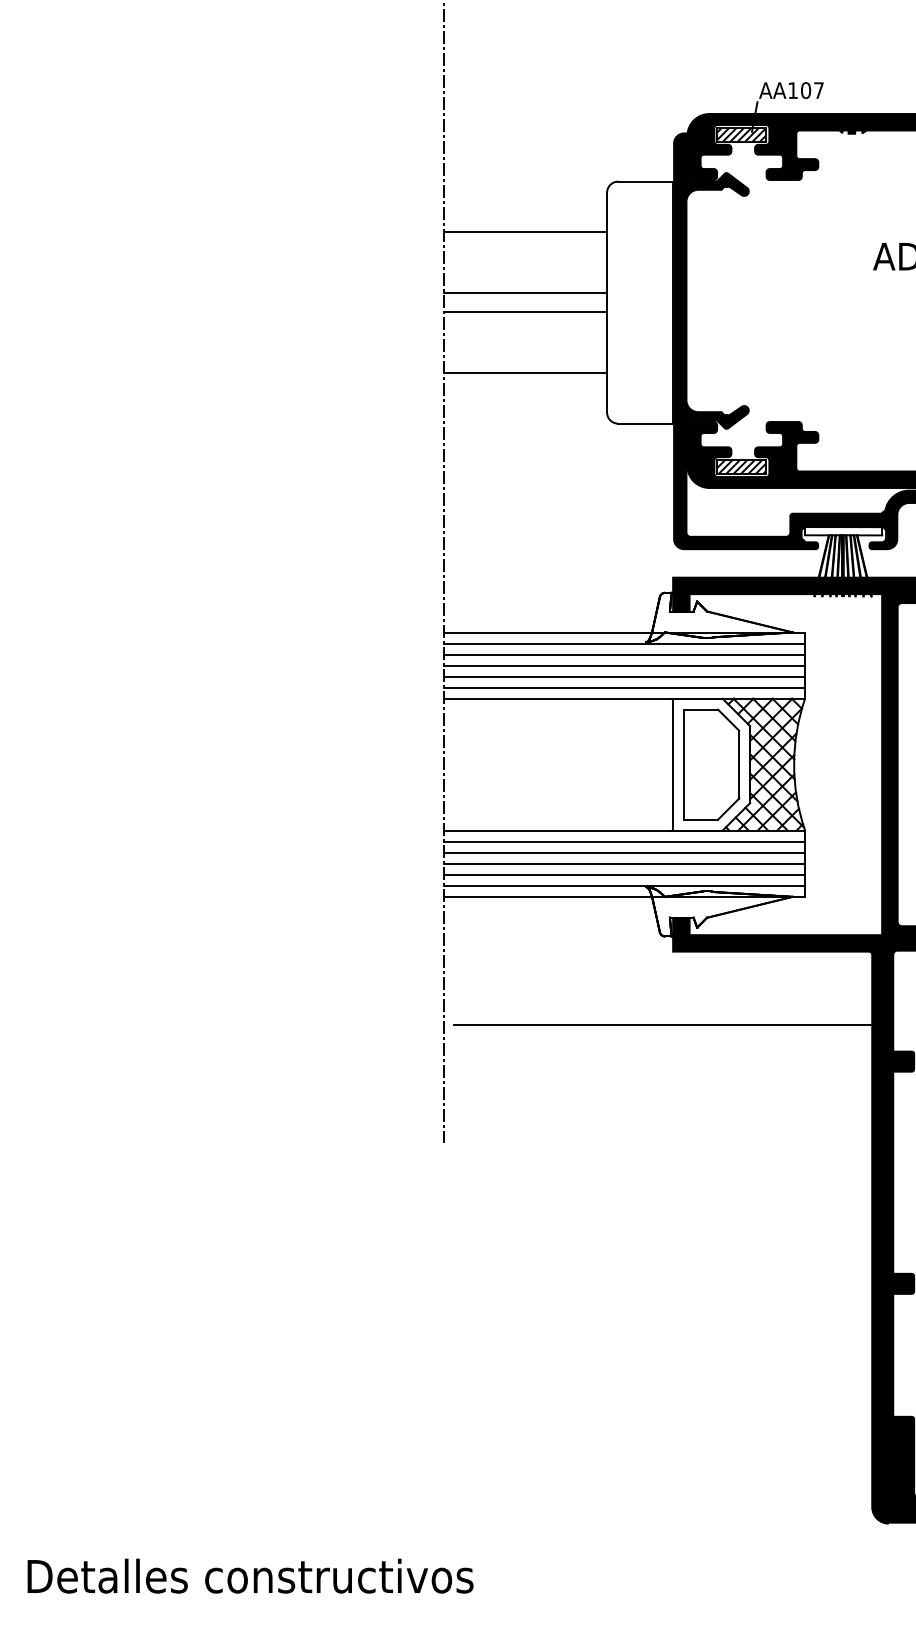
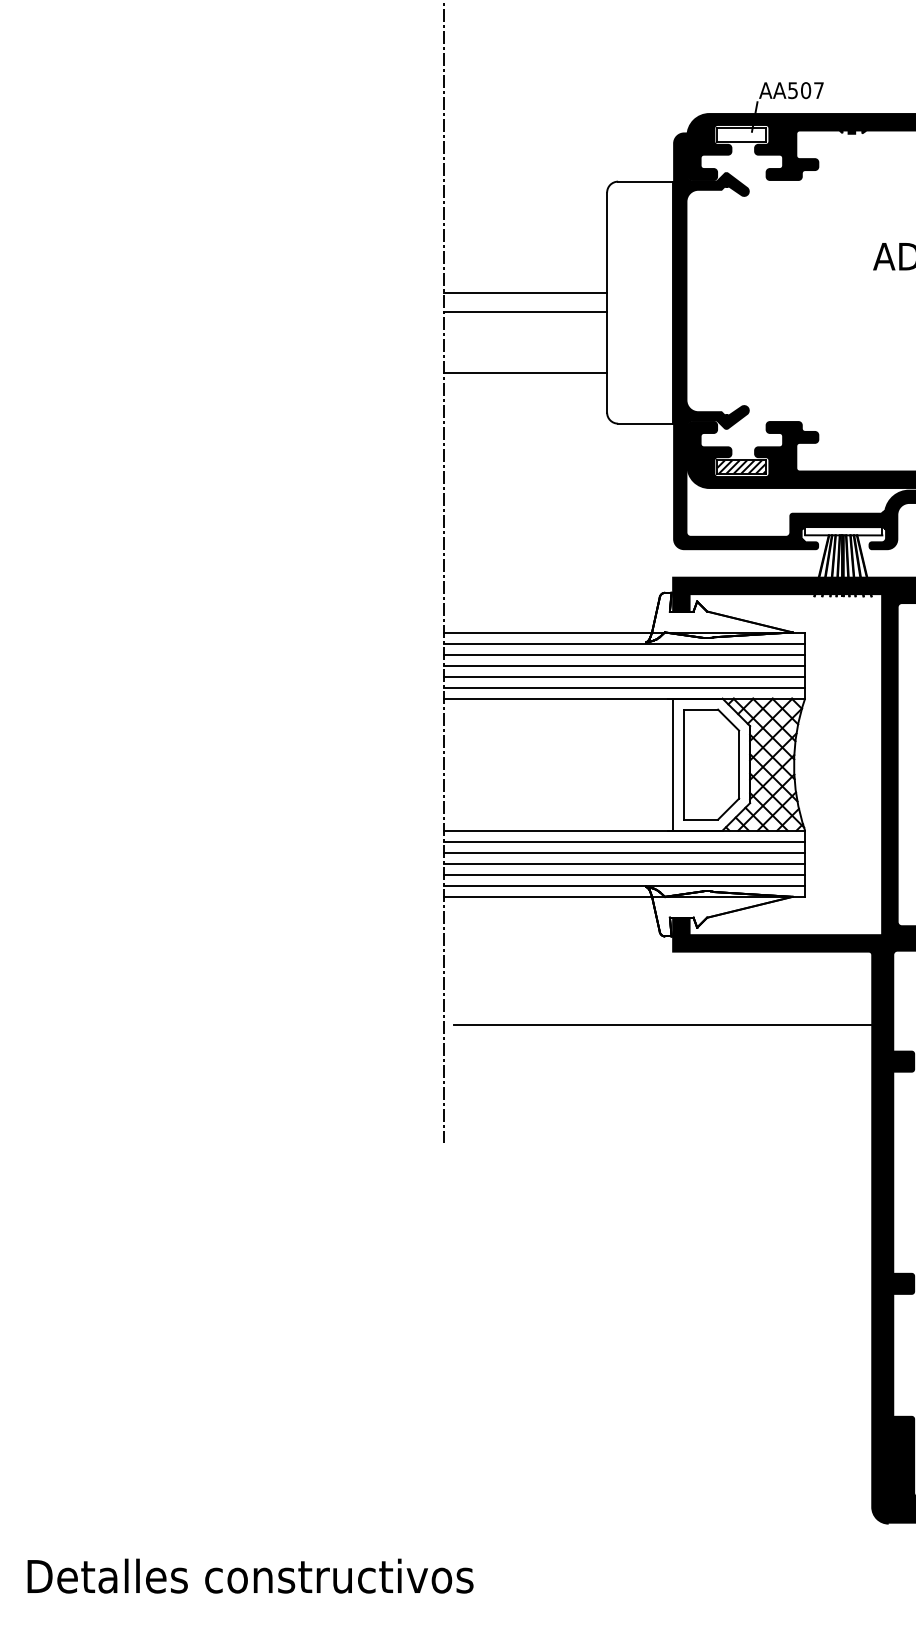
text at (792, 90): AA107 -> AA507
hatch at (741, 134): present -> none
line at (525, 232): present -> none
